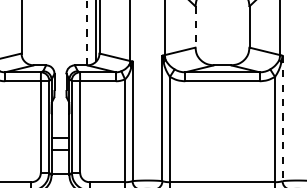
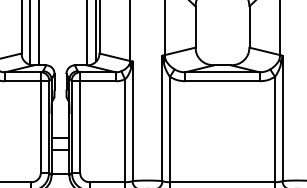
line at (195, 27): dashed -> solid
line at (87, 32): dashed -> solid
line at (30, 33): none -> present
line at (39, 33): none -> present
line at (282, 118): dashed -> solid
